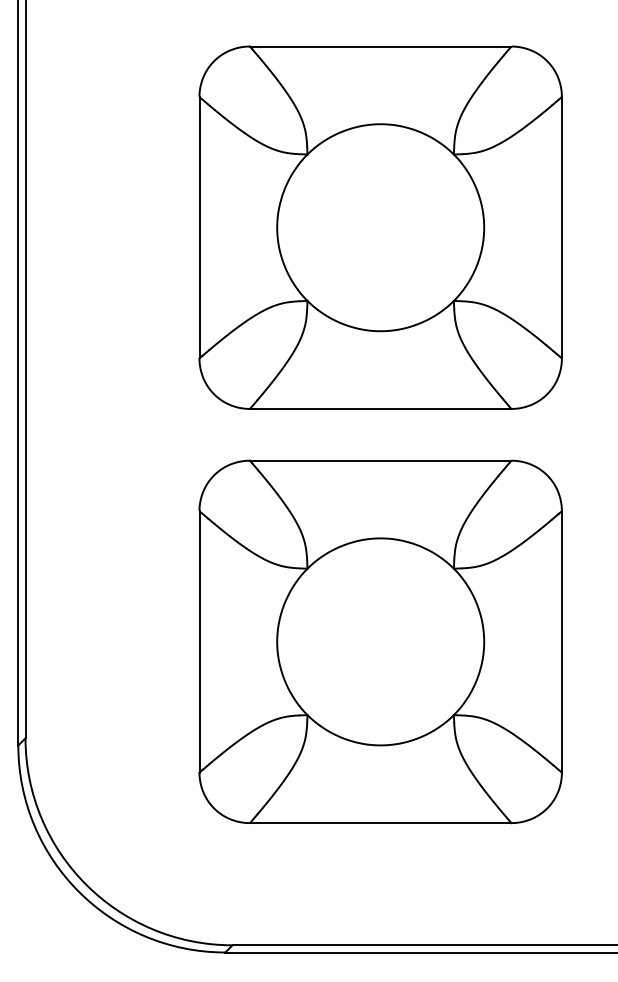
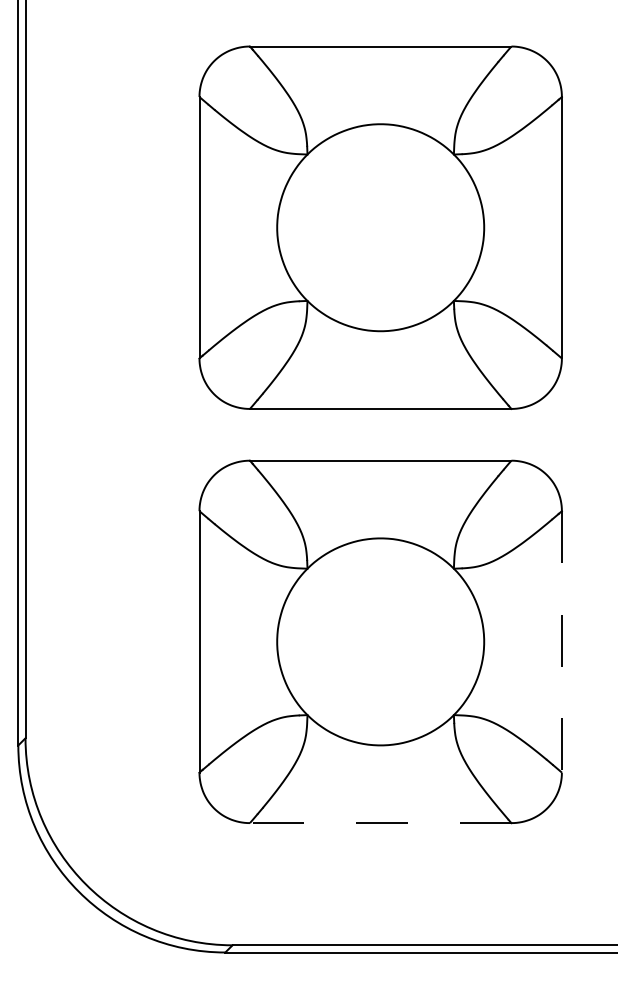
line at (561, 641): solid -> dashed
line at (380, 823): solid -> dashed
